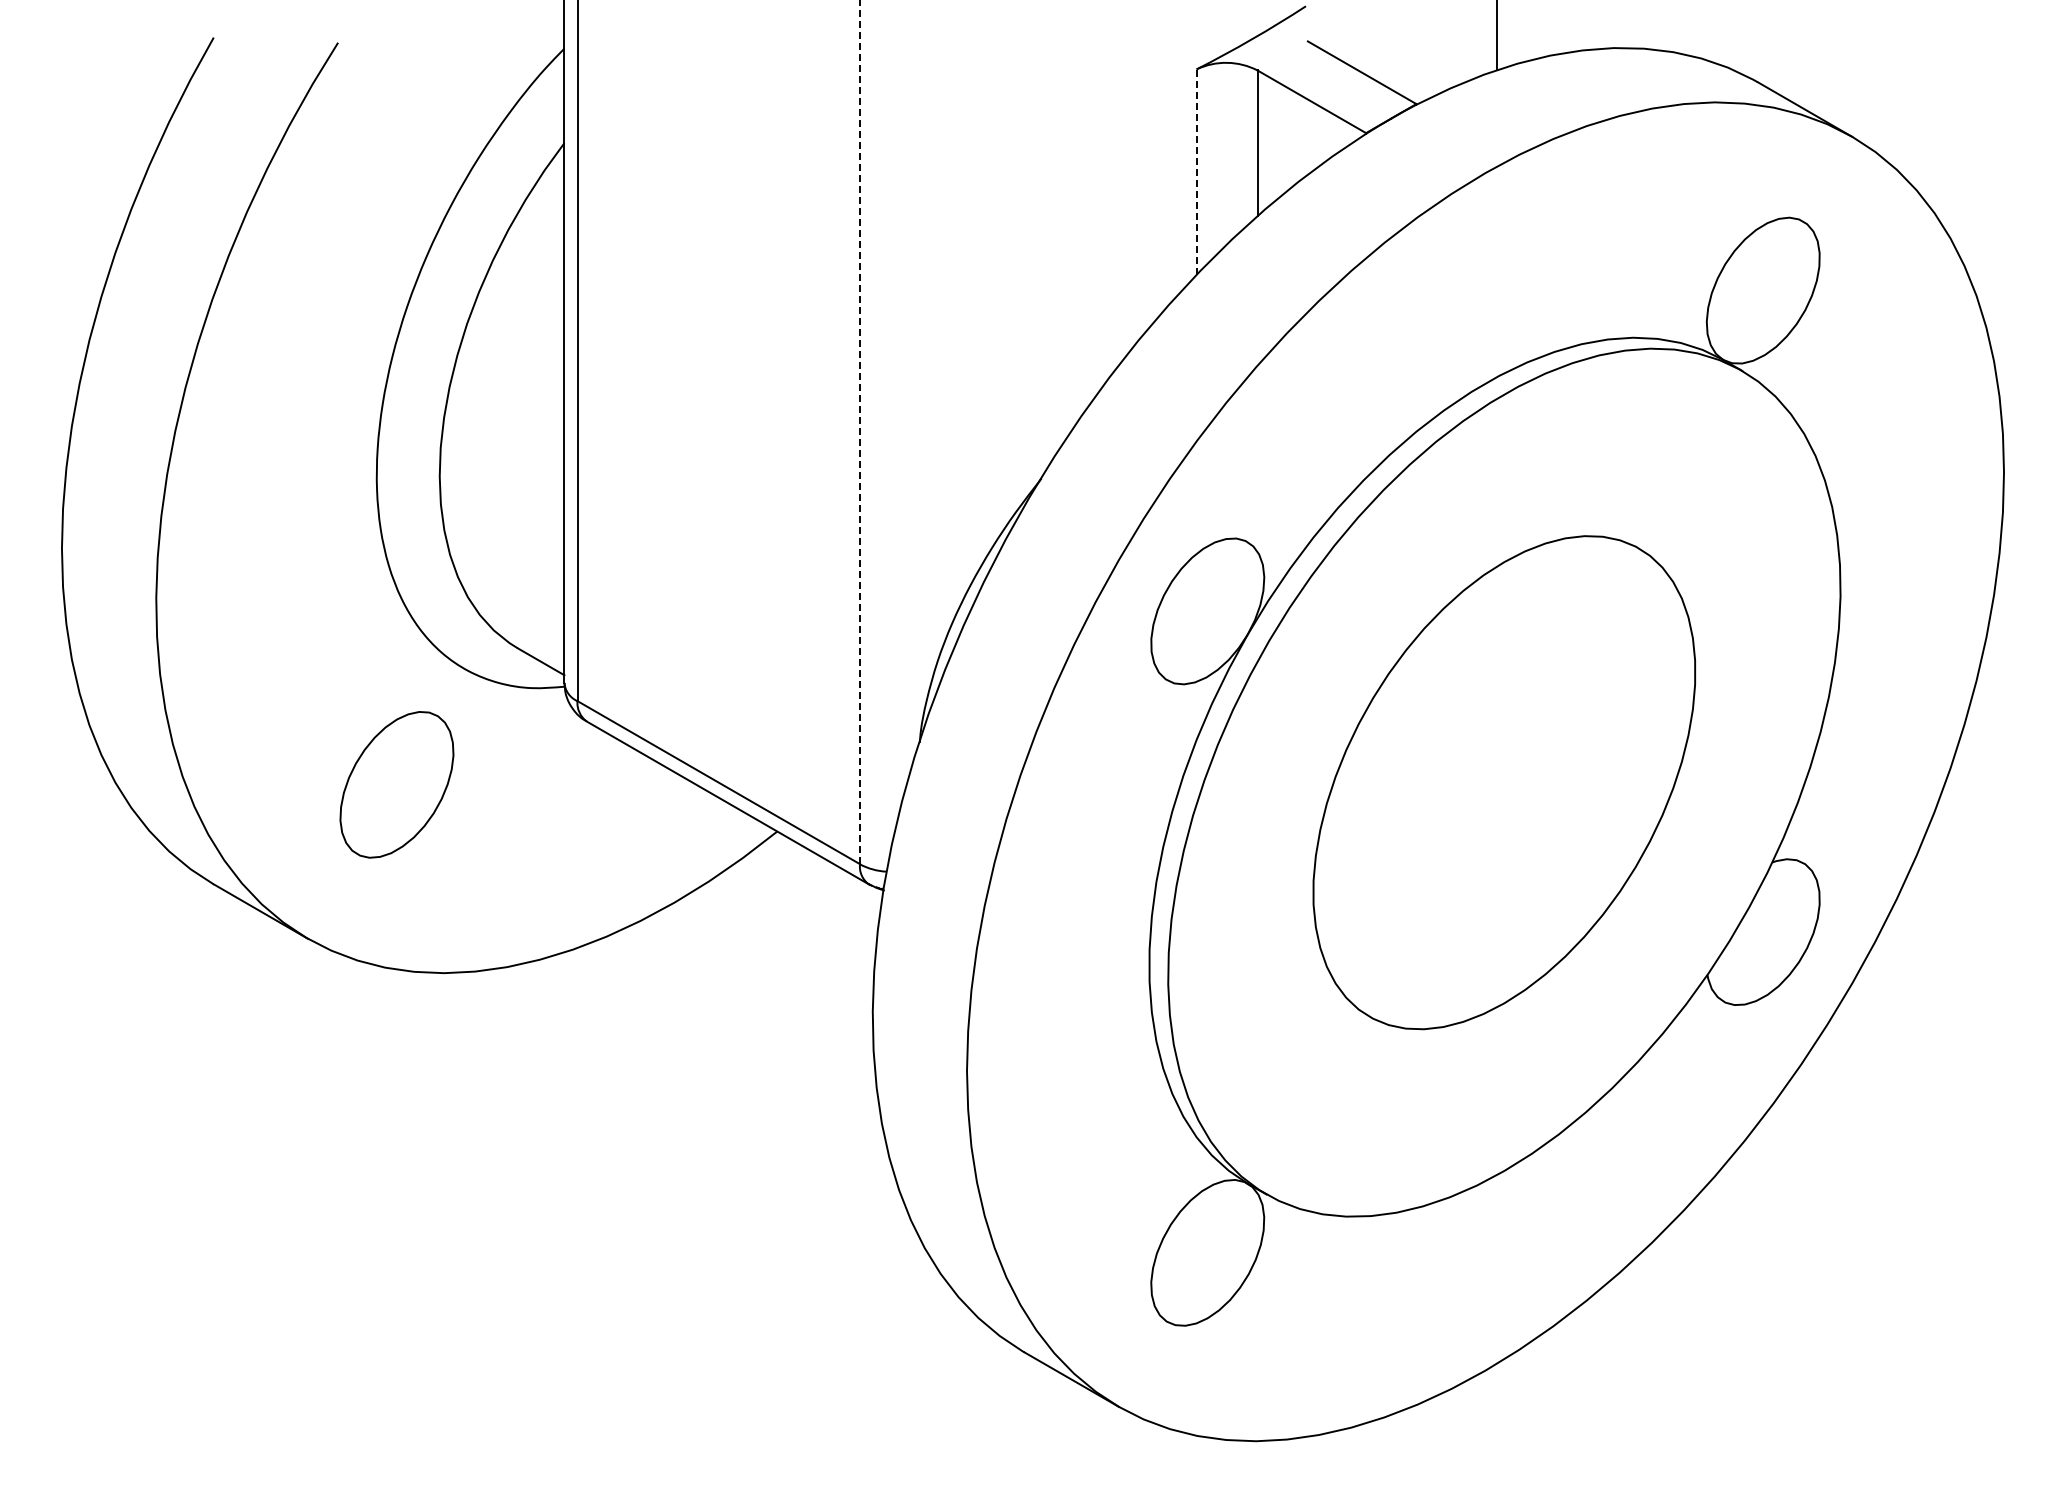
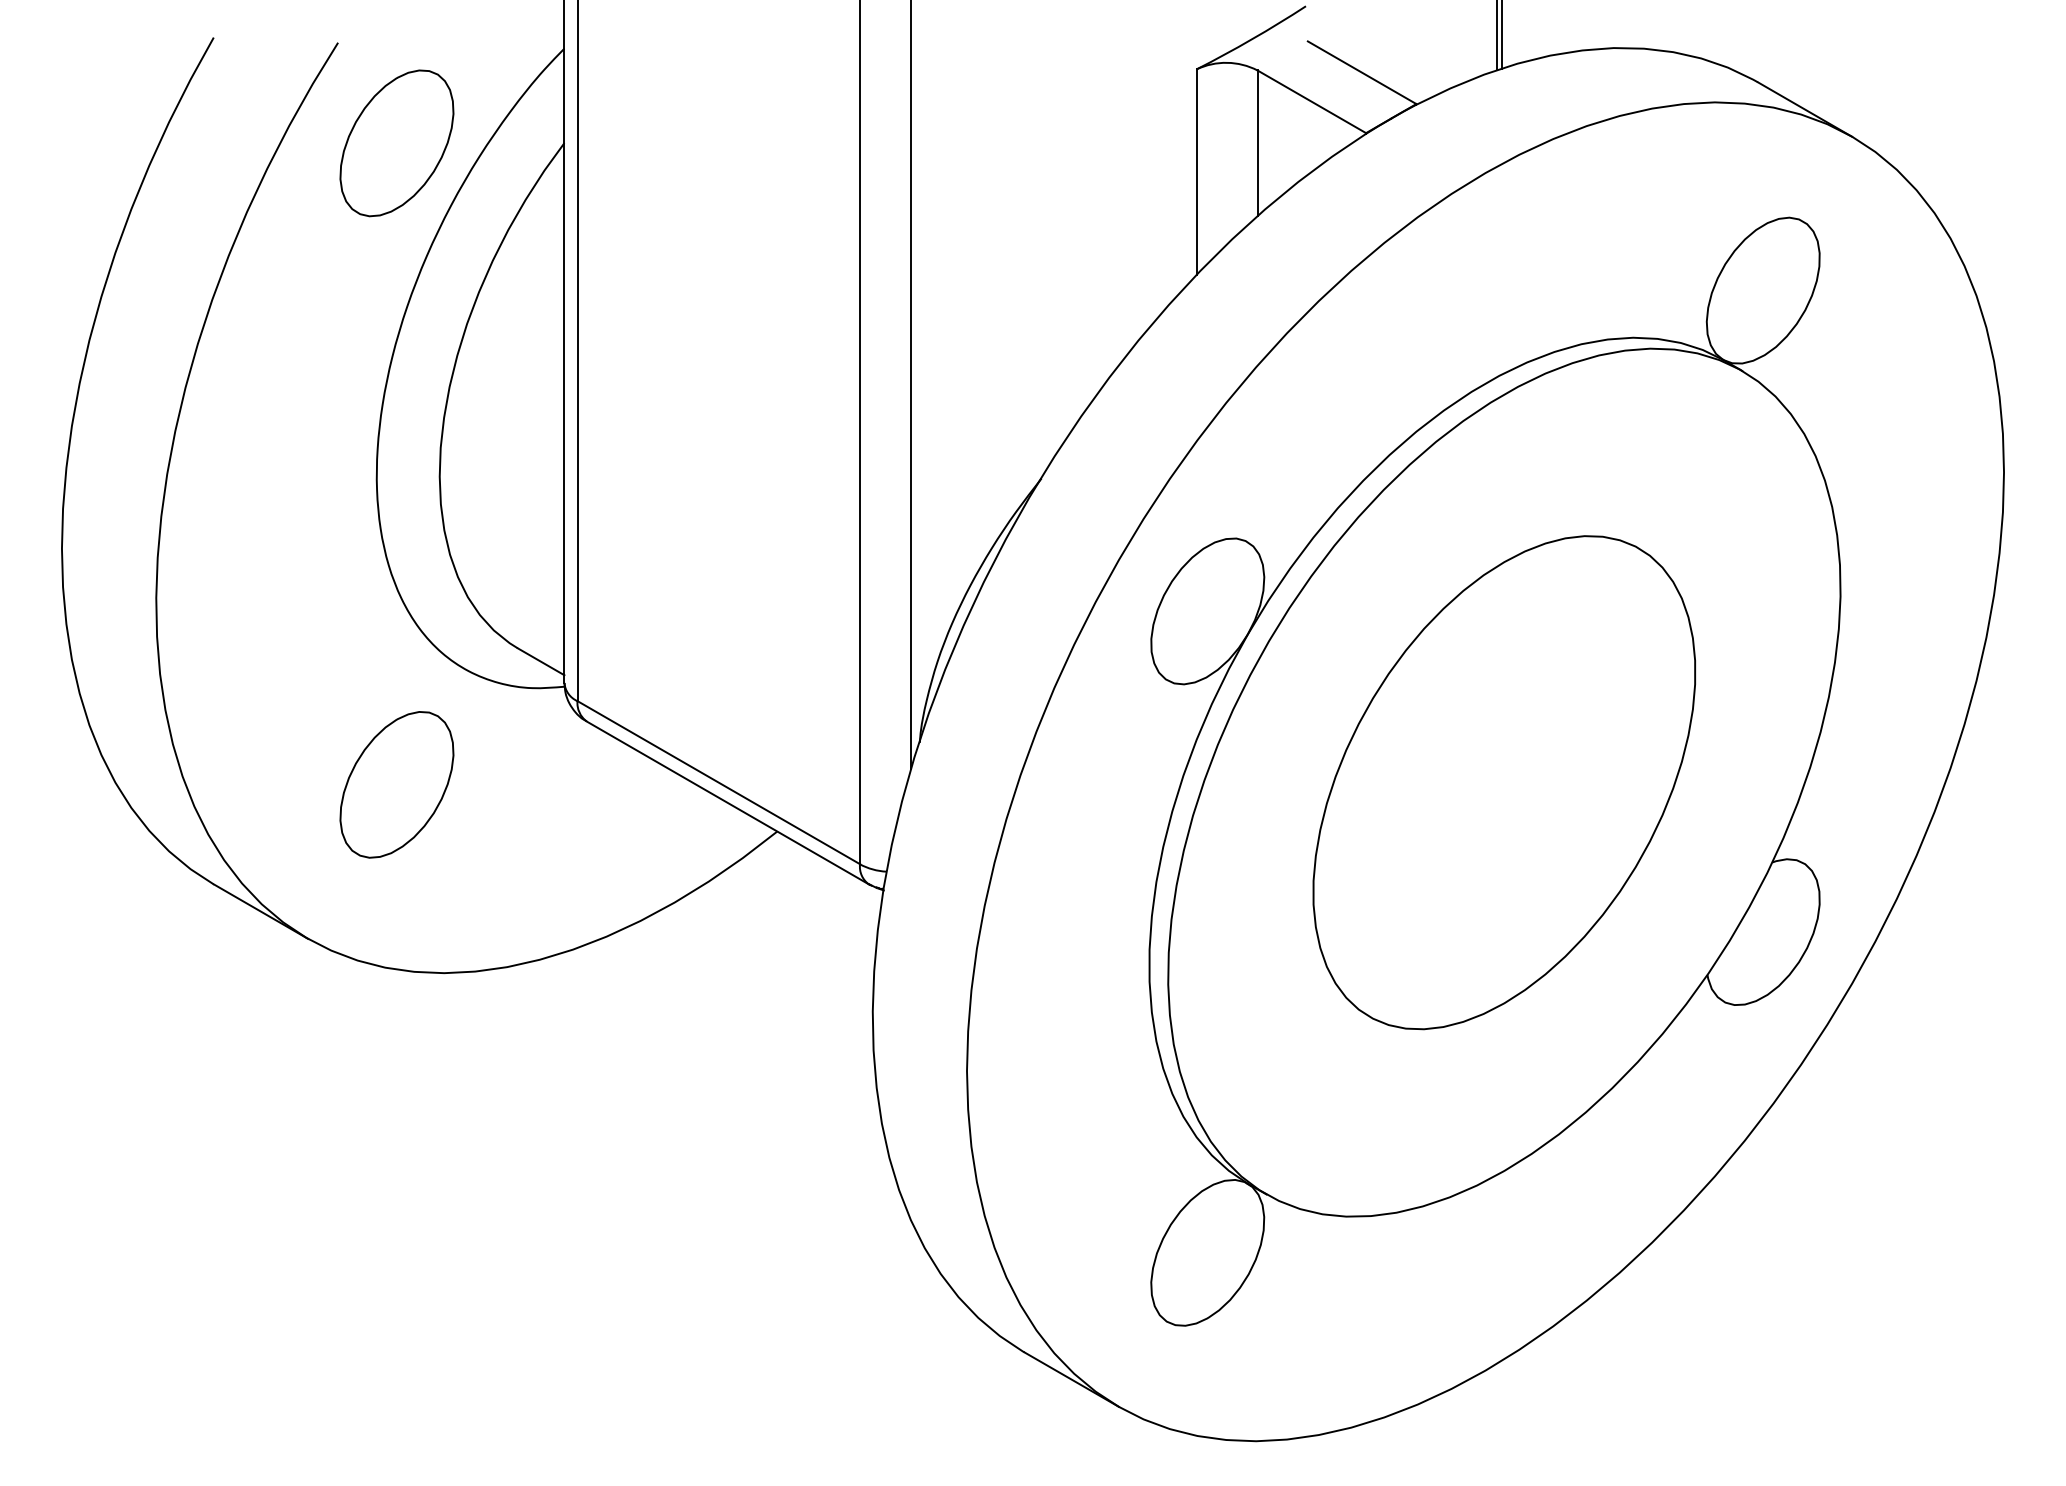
line at (1501, 35): none -> present
part at (396, 143): none -> present
line at (1196, 172): dashed -> solid
line at (911, 385): none -> present
line at (860, 432): dashed -> solid
